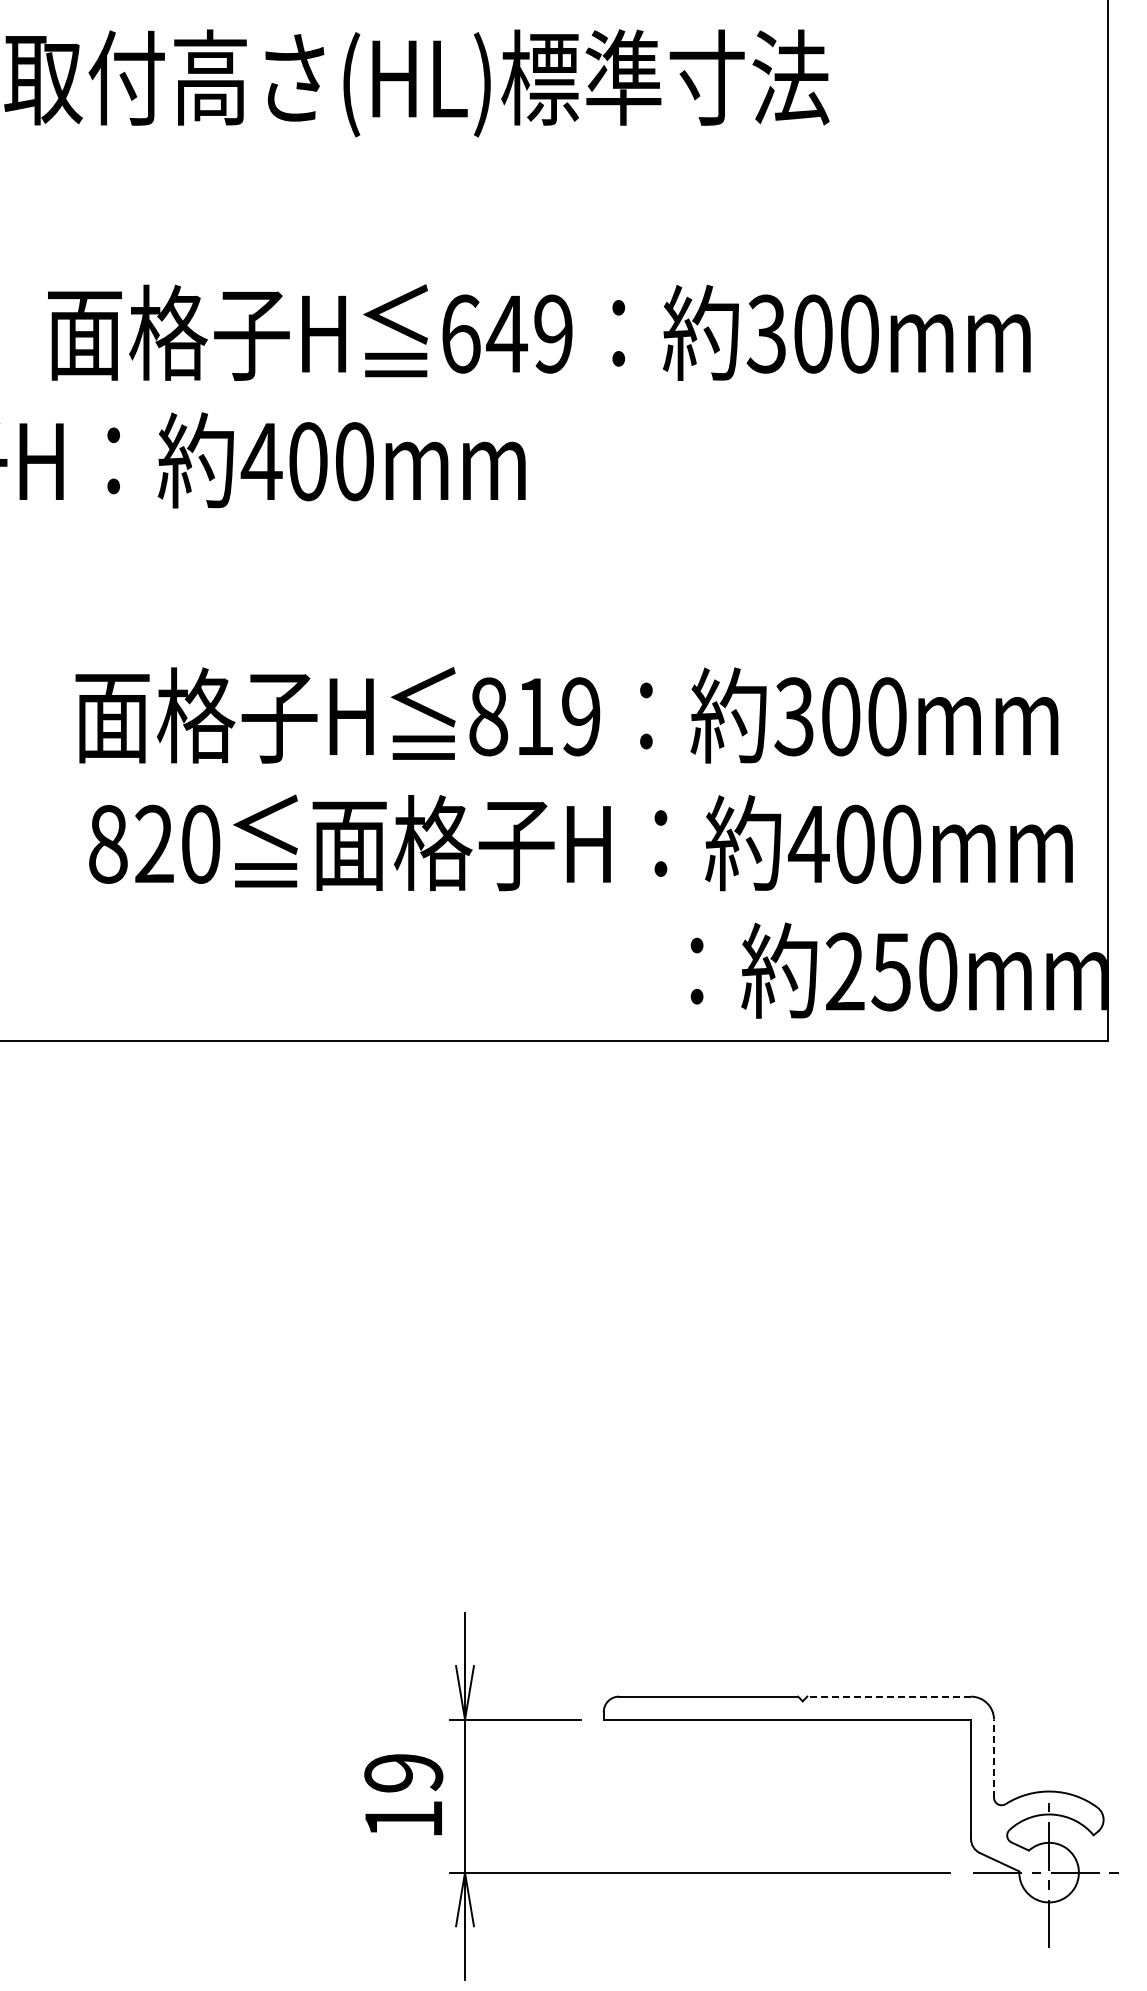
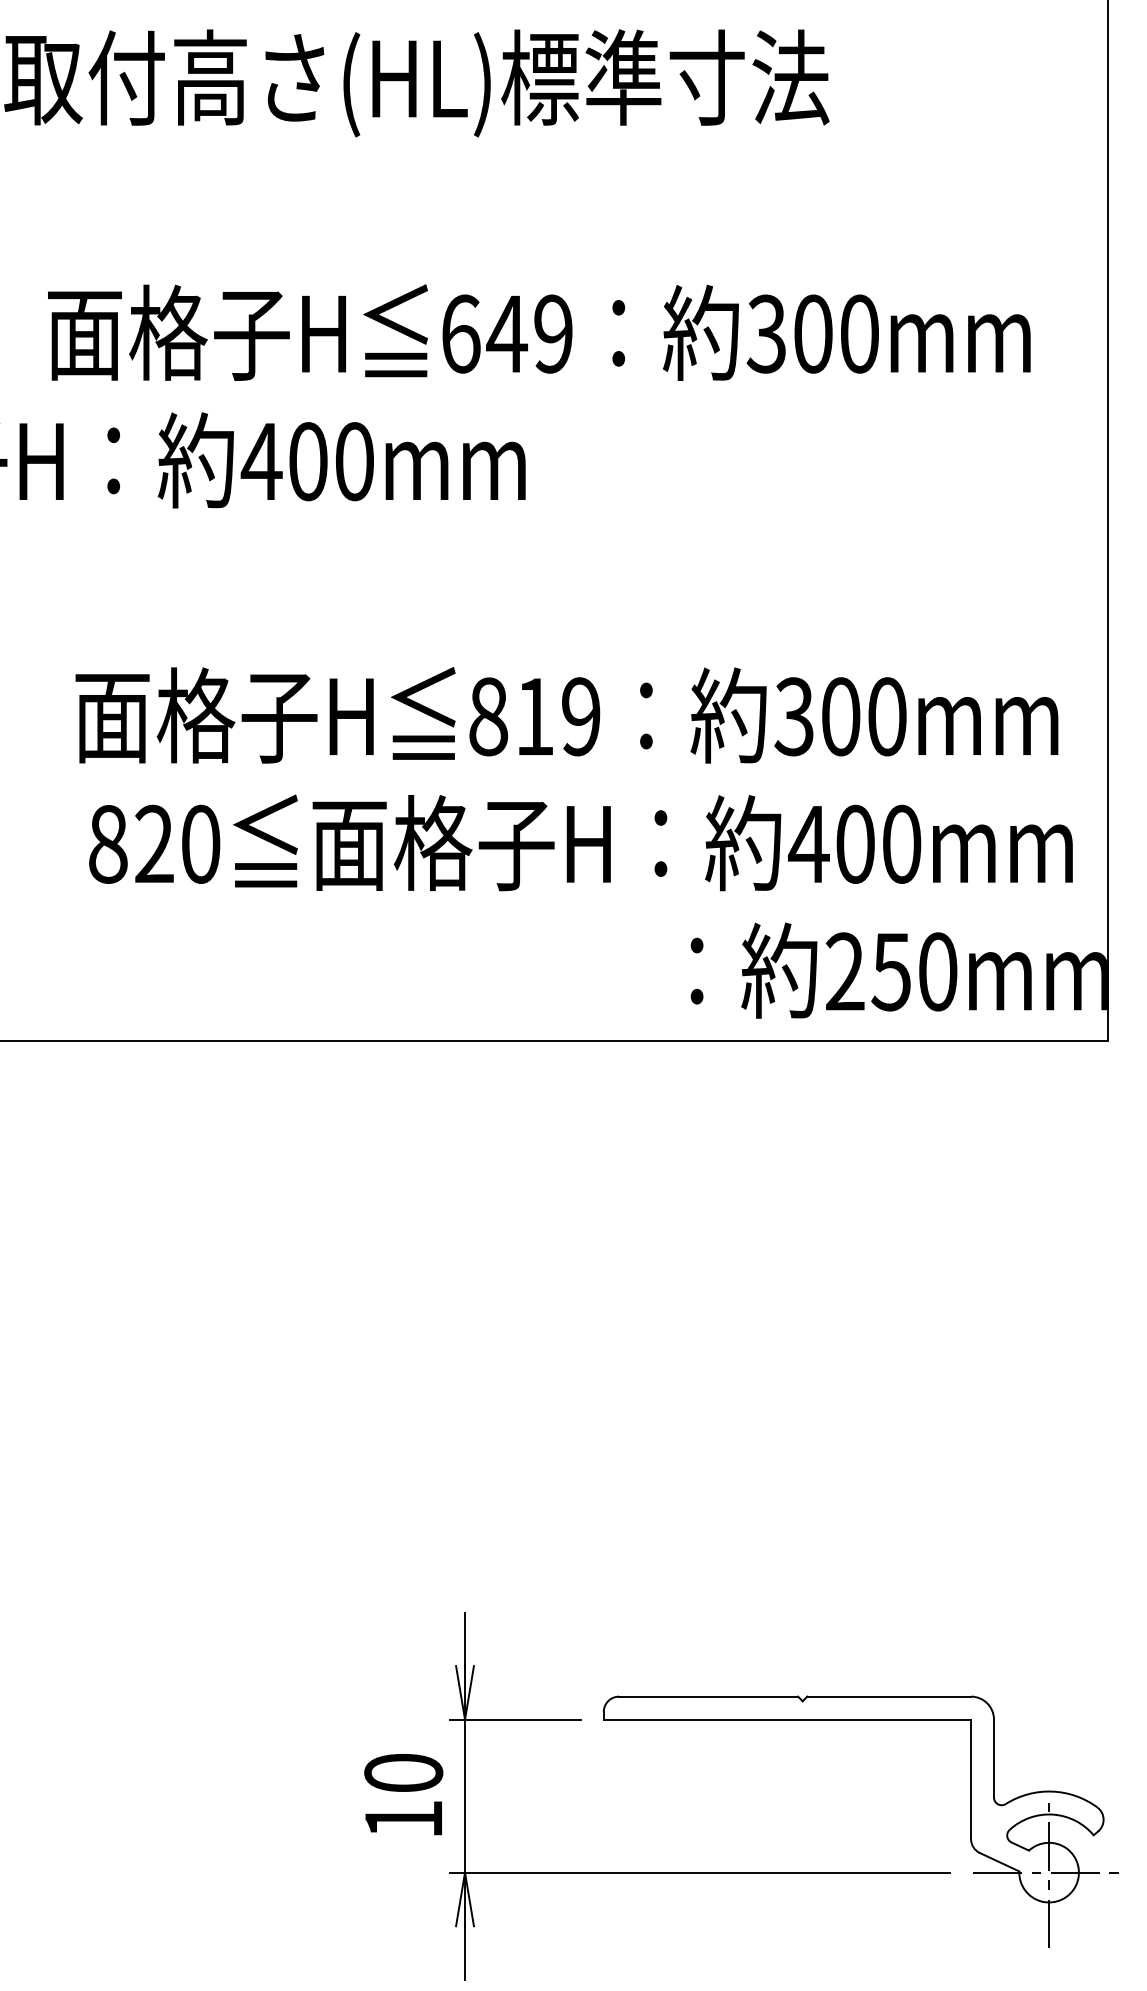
line at (889, 1696): dashed -> solid
line at (994, 1758): dashed -> solid
text at (403, 1773): 19 -> 10
